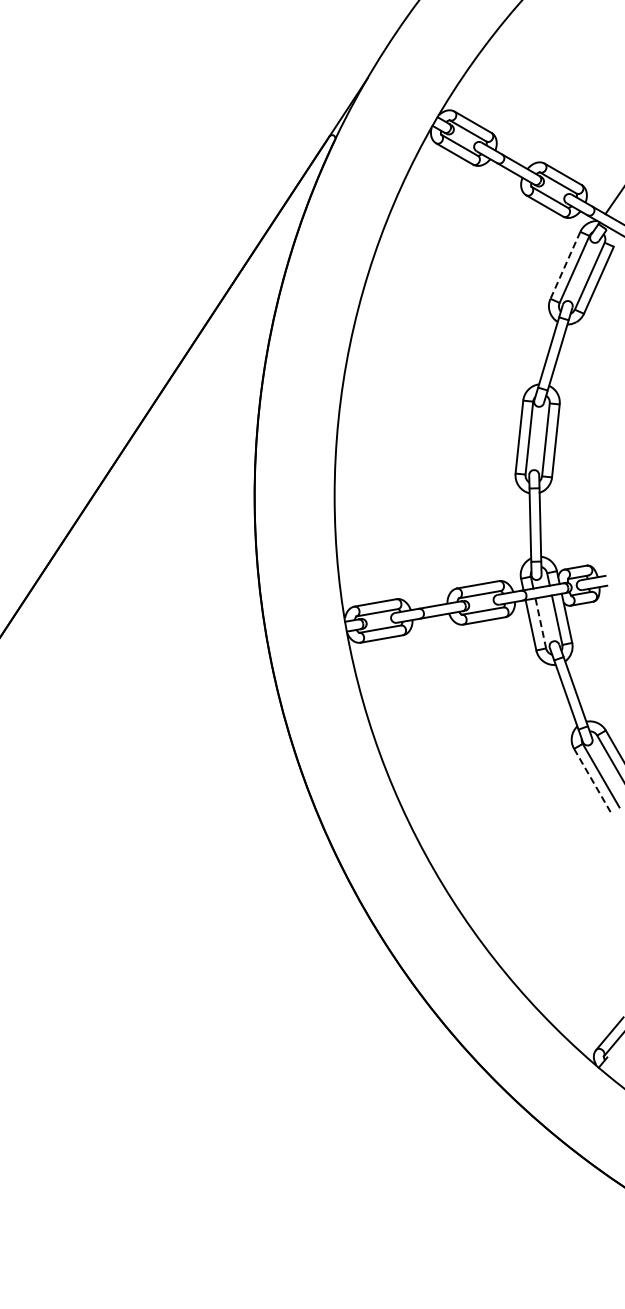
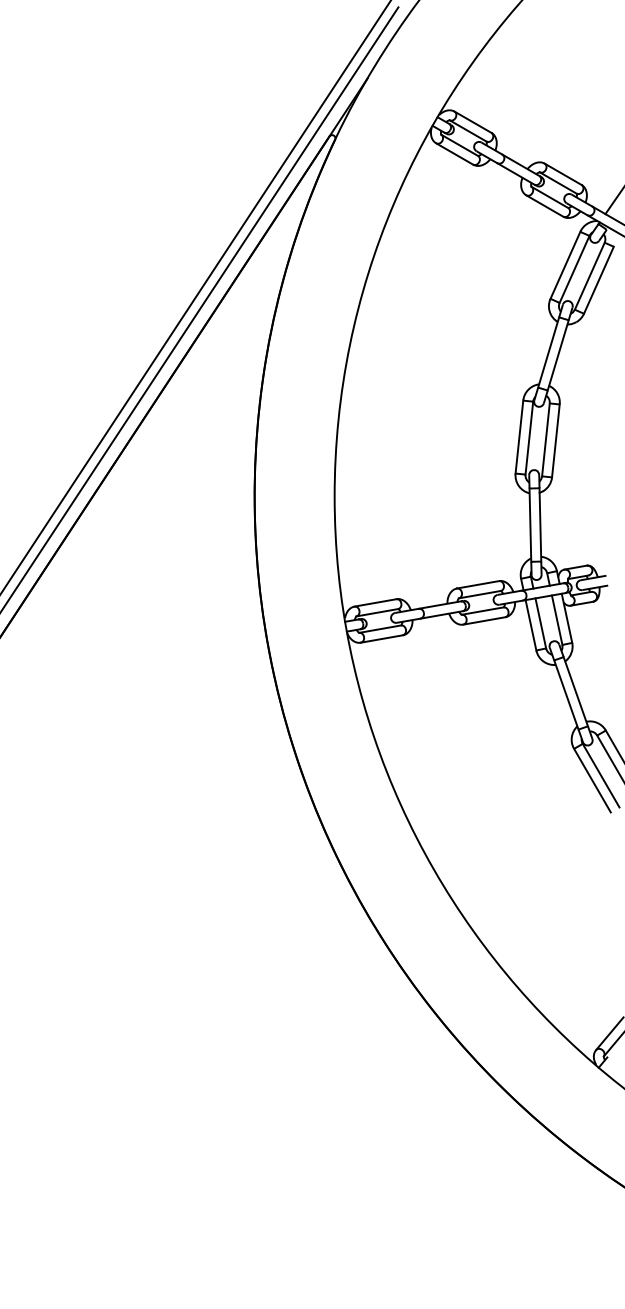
line at (565, 265): dashed -> solid
line at (195, 296): none -> present
line at (200, 308): none -> present
line at (540, 623): dashed -> solid
line at (592, 780): dashed -> solid
